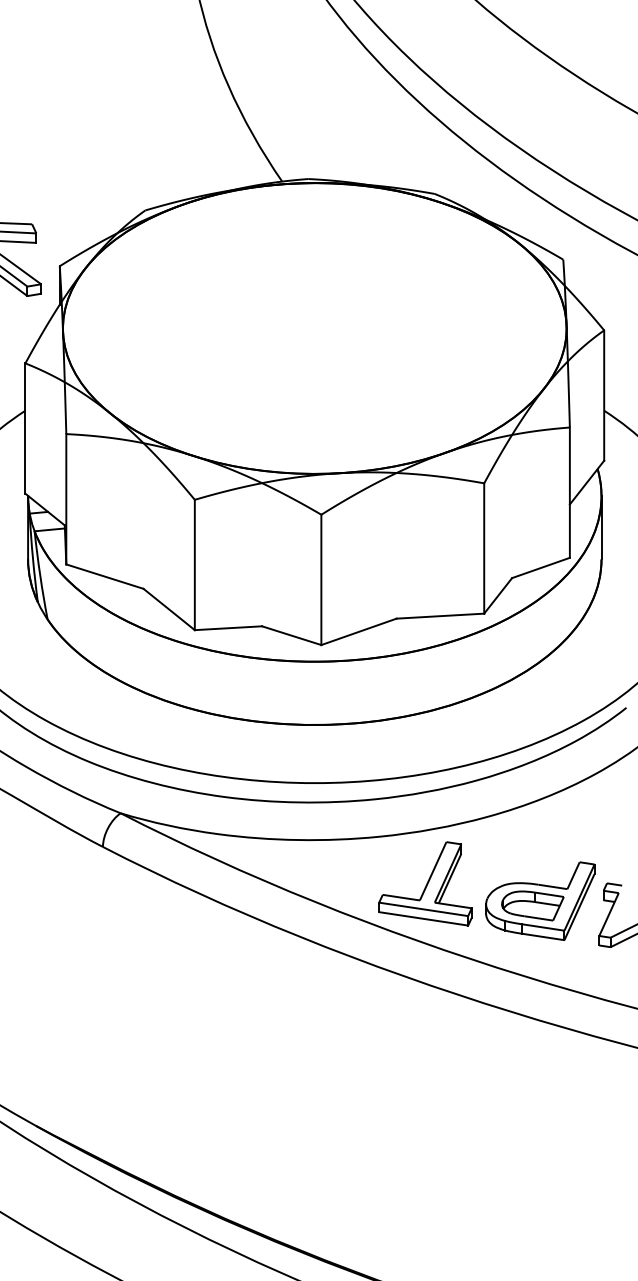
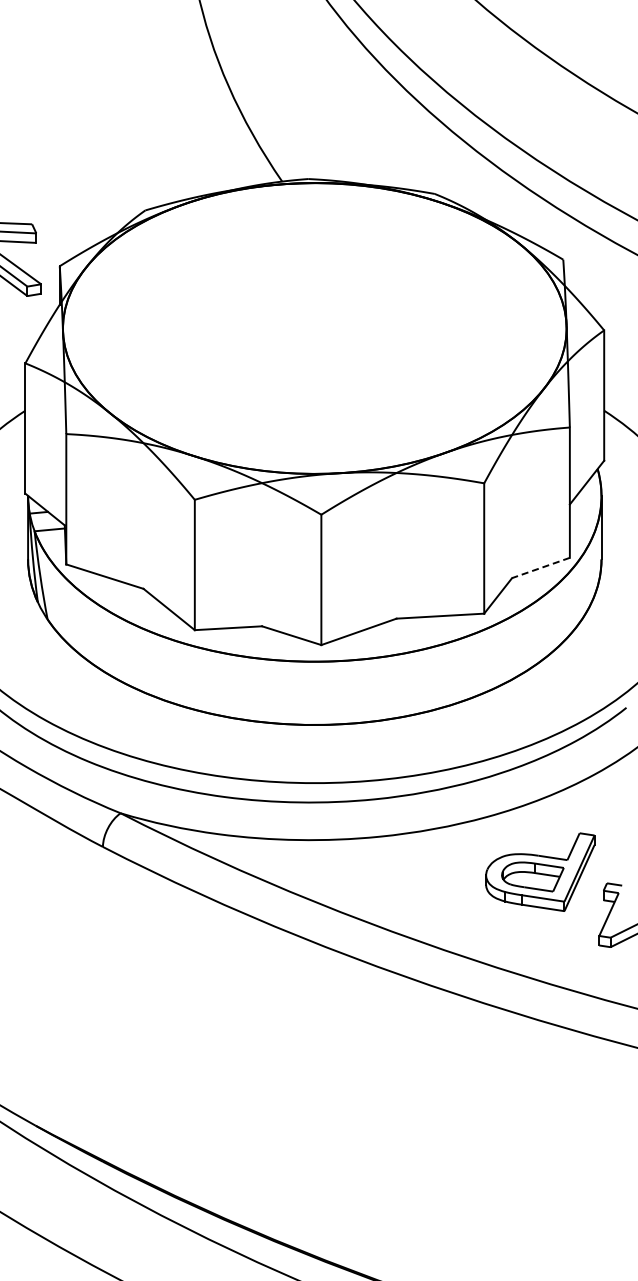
line at (540, 567): solid -> dashed
part at (425, 883): present -> none
part at (540, 900) position: (540, 900) -> (540, 871)
